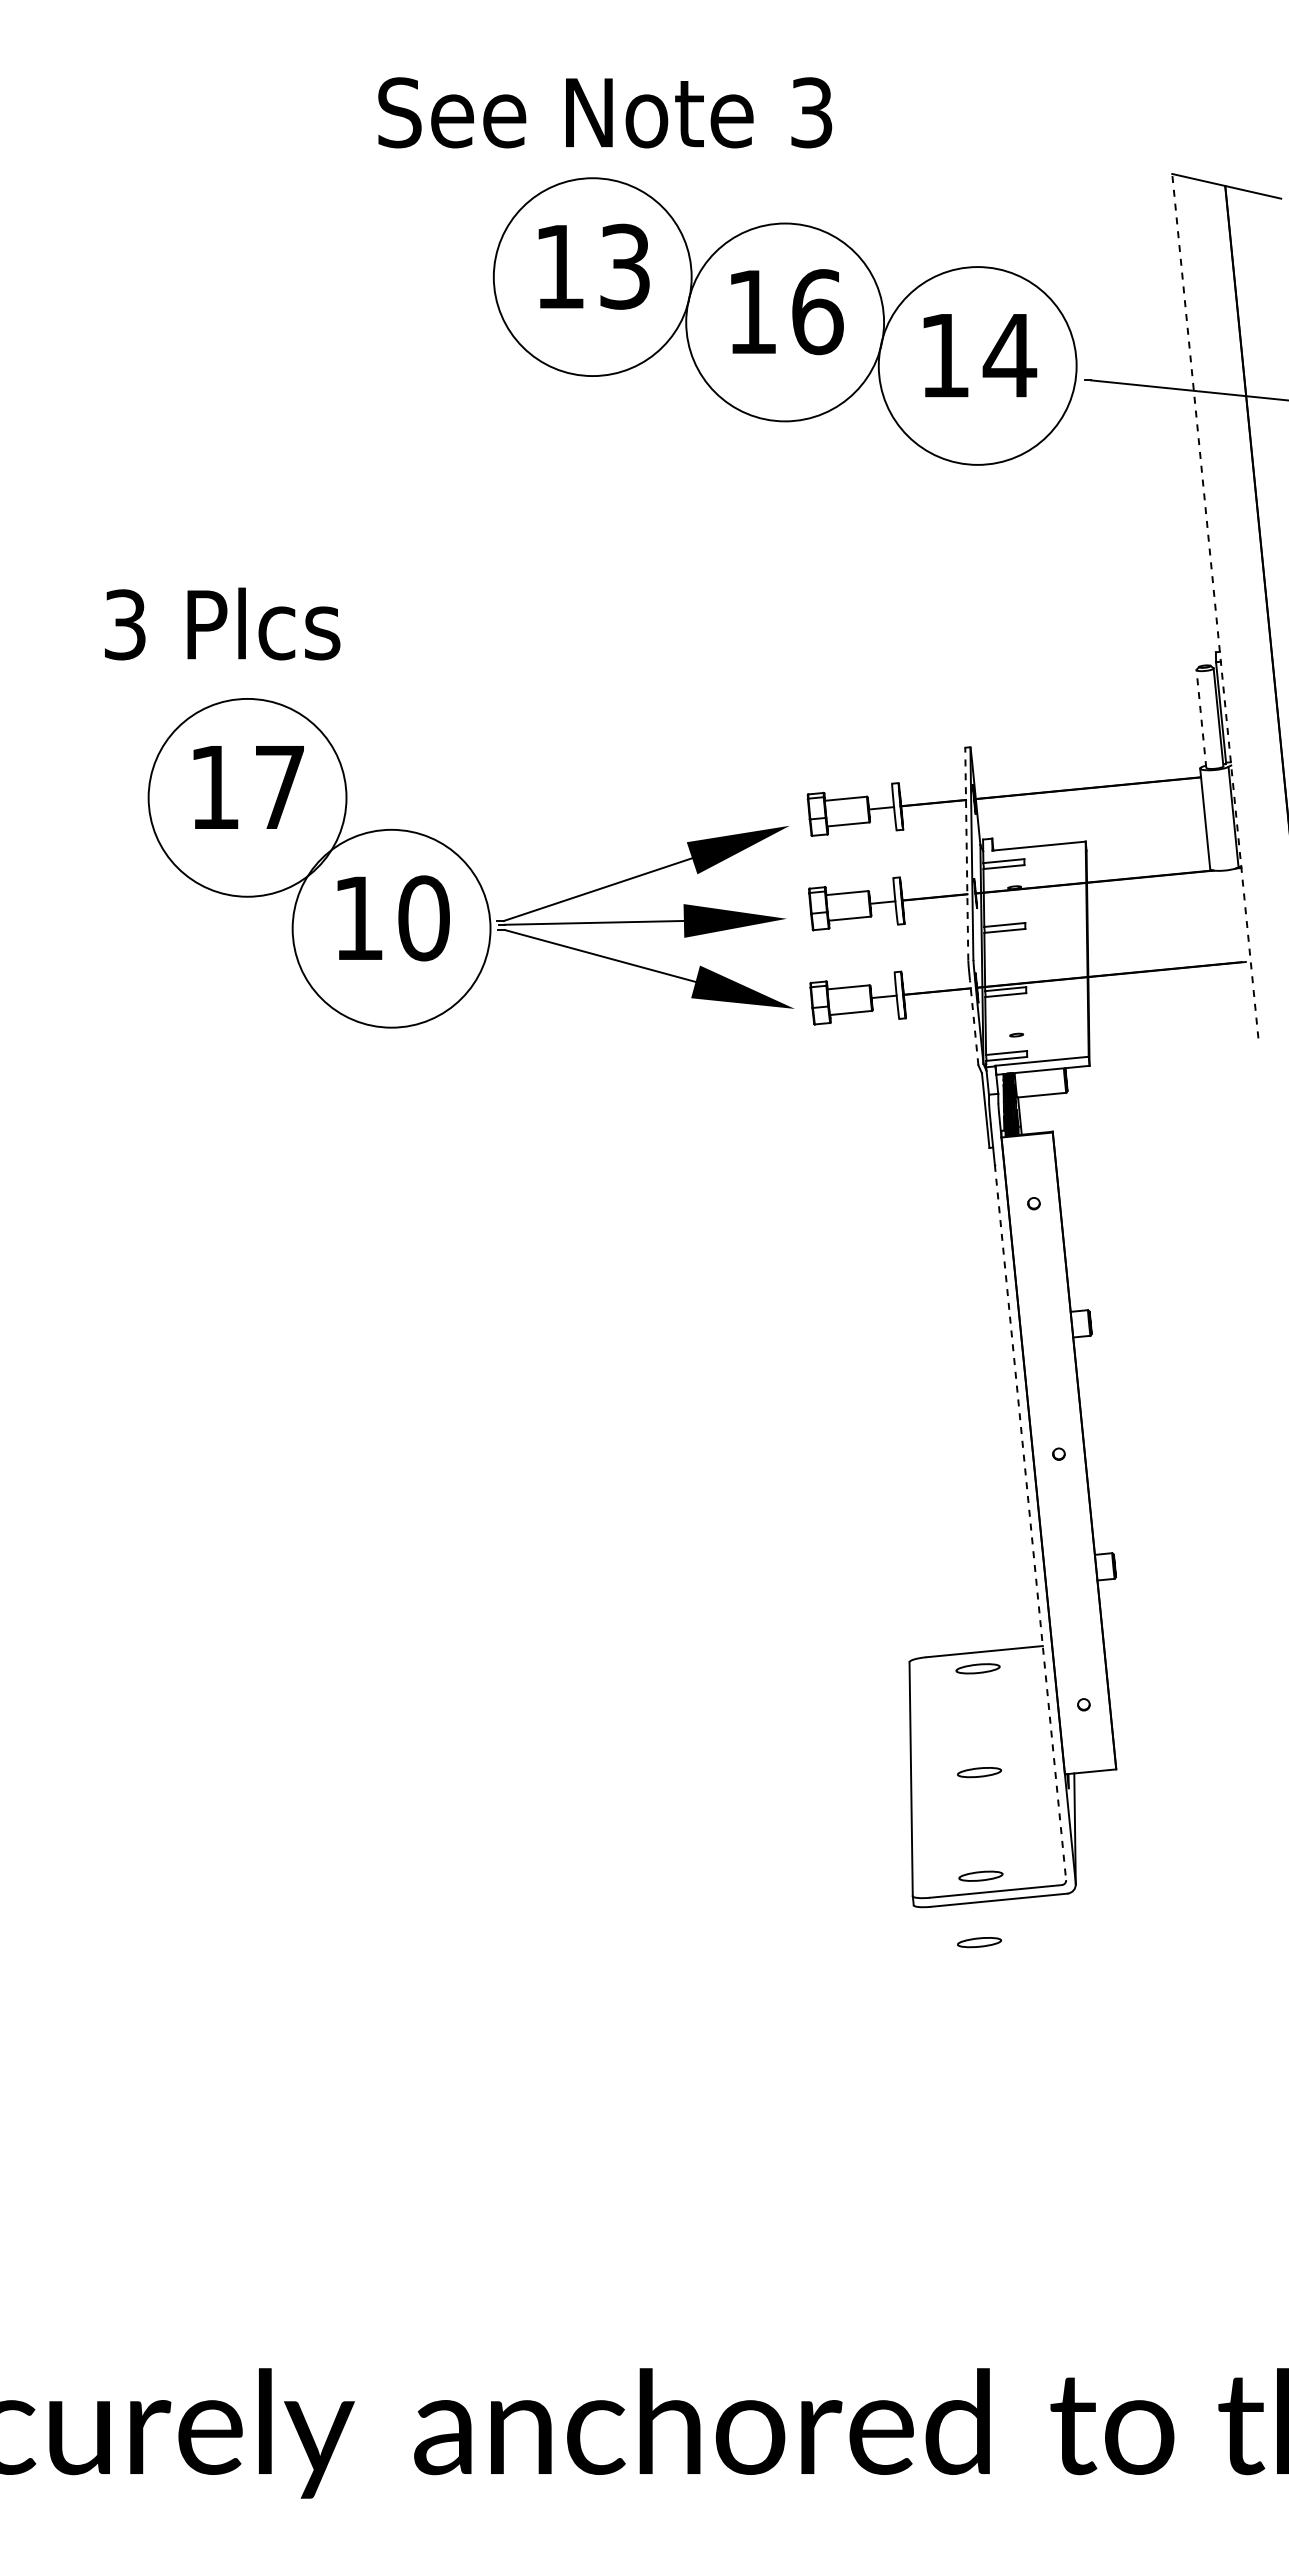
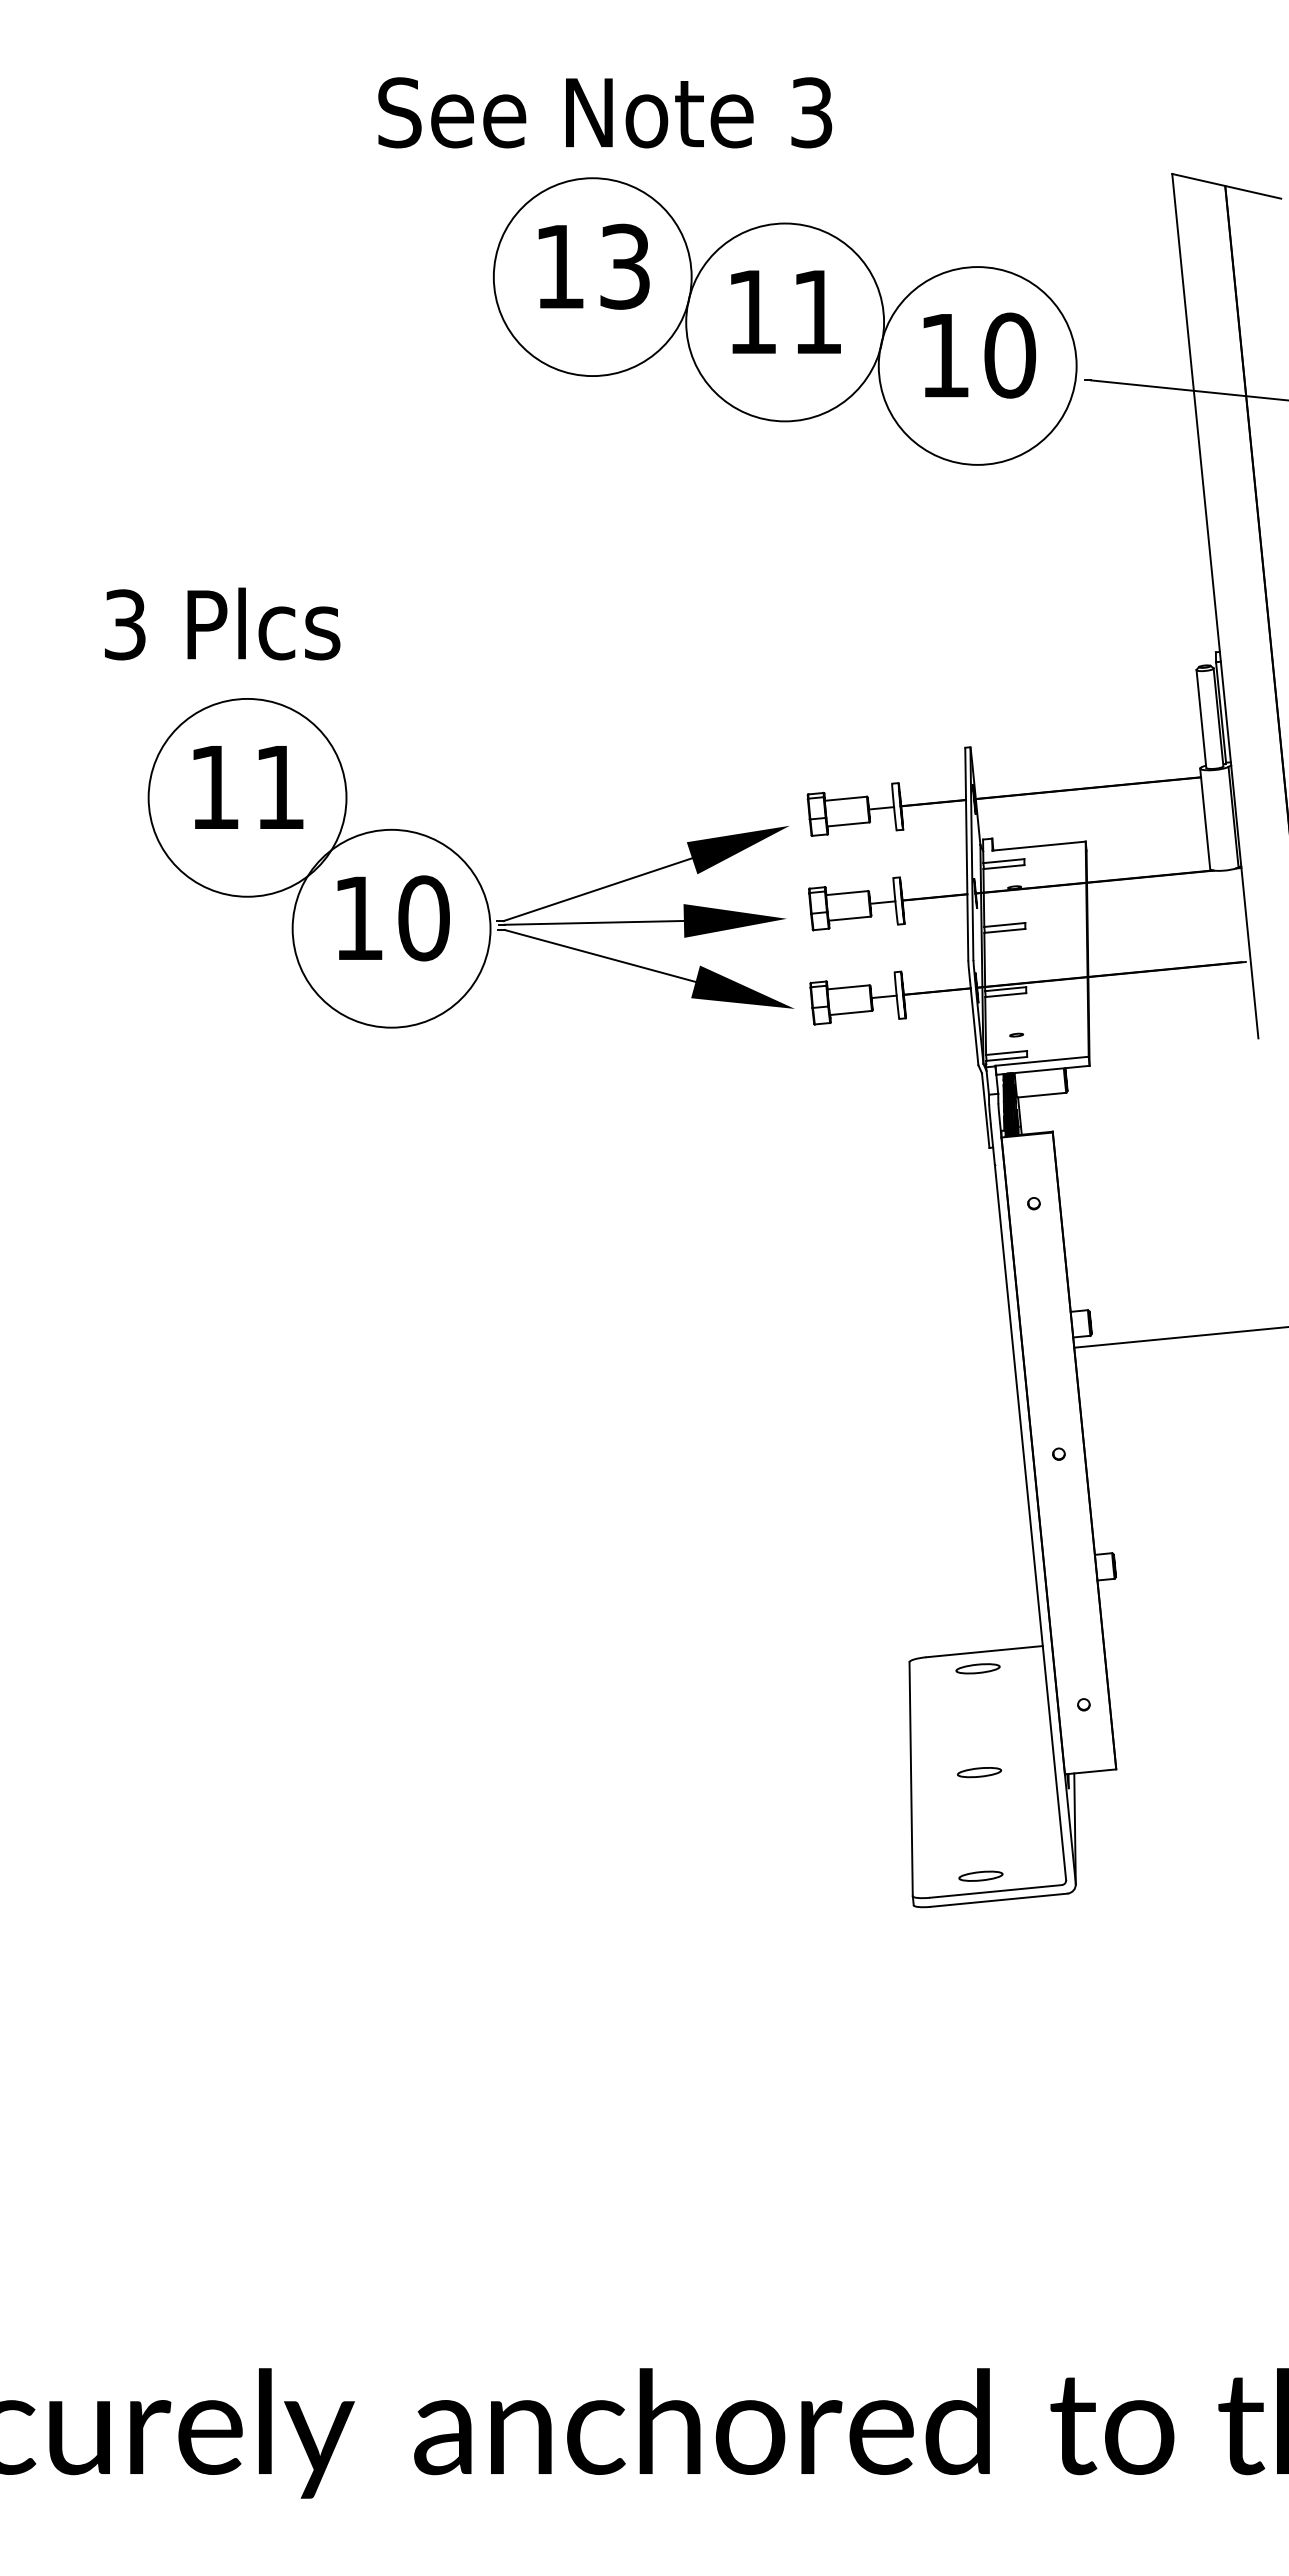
text at (817, 312): 16 -> 11
text at (1009, 355): 14 -> 10
line at (1215, 605): dashed -> solid
line at (1201, 718): dashed -> solid
text at (279, 787): 17 -> 11
line at (966, 853): dashed -> solid
line at (974, 1022): dashed -> solid
line at (1179, 1337): none -> present
line at (1030, 1523): dashed -> solid
part at (979, 1942): present -> none
